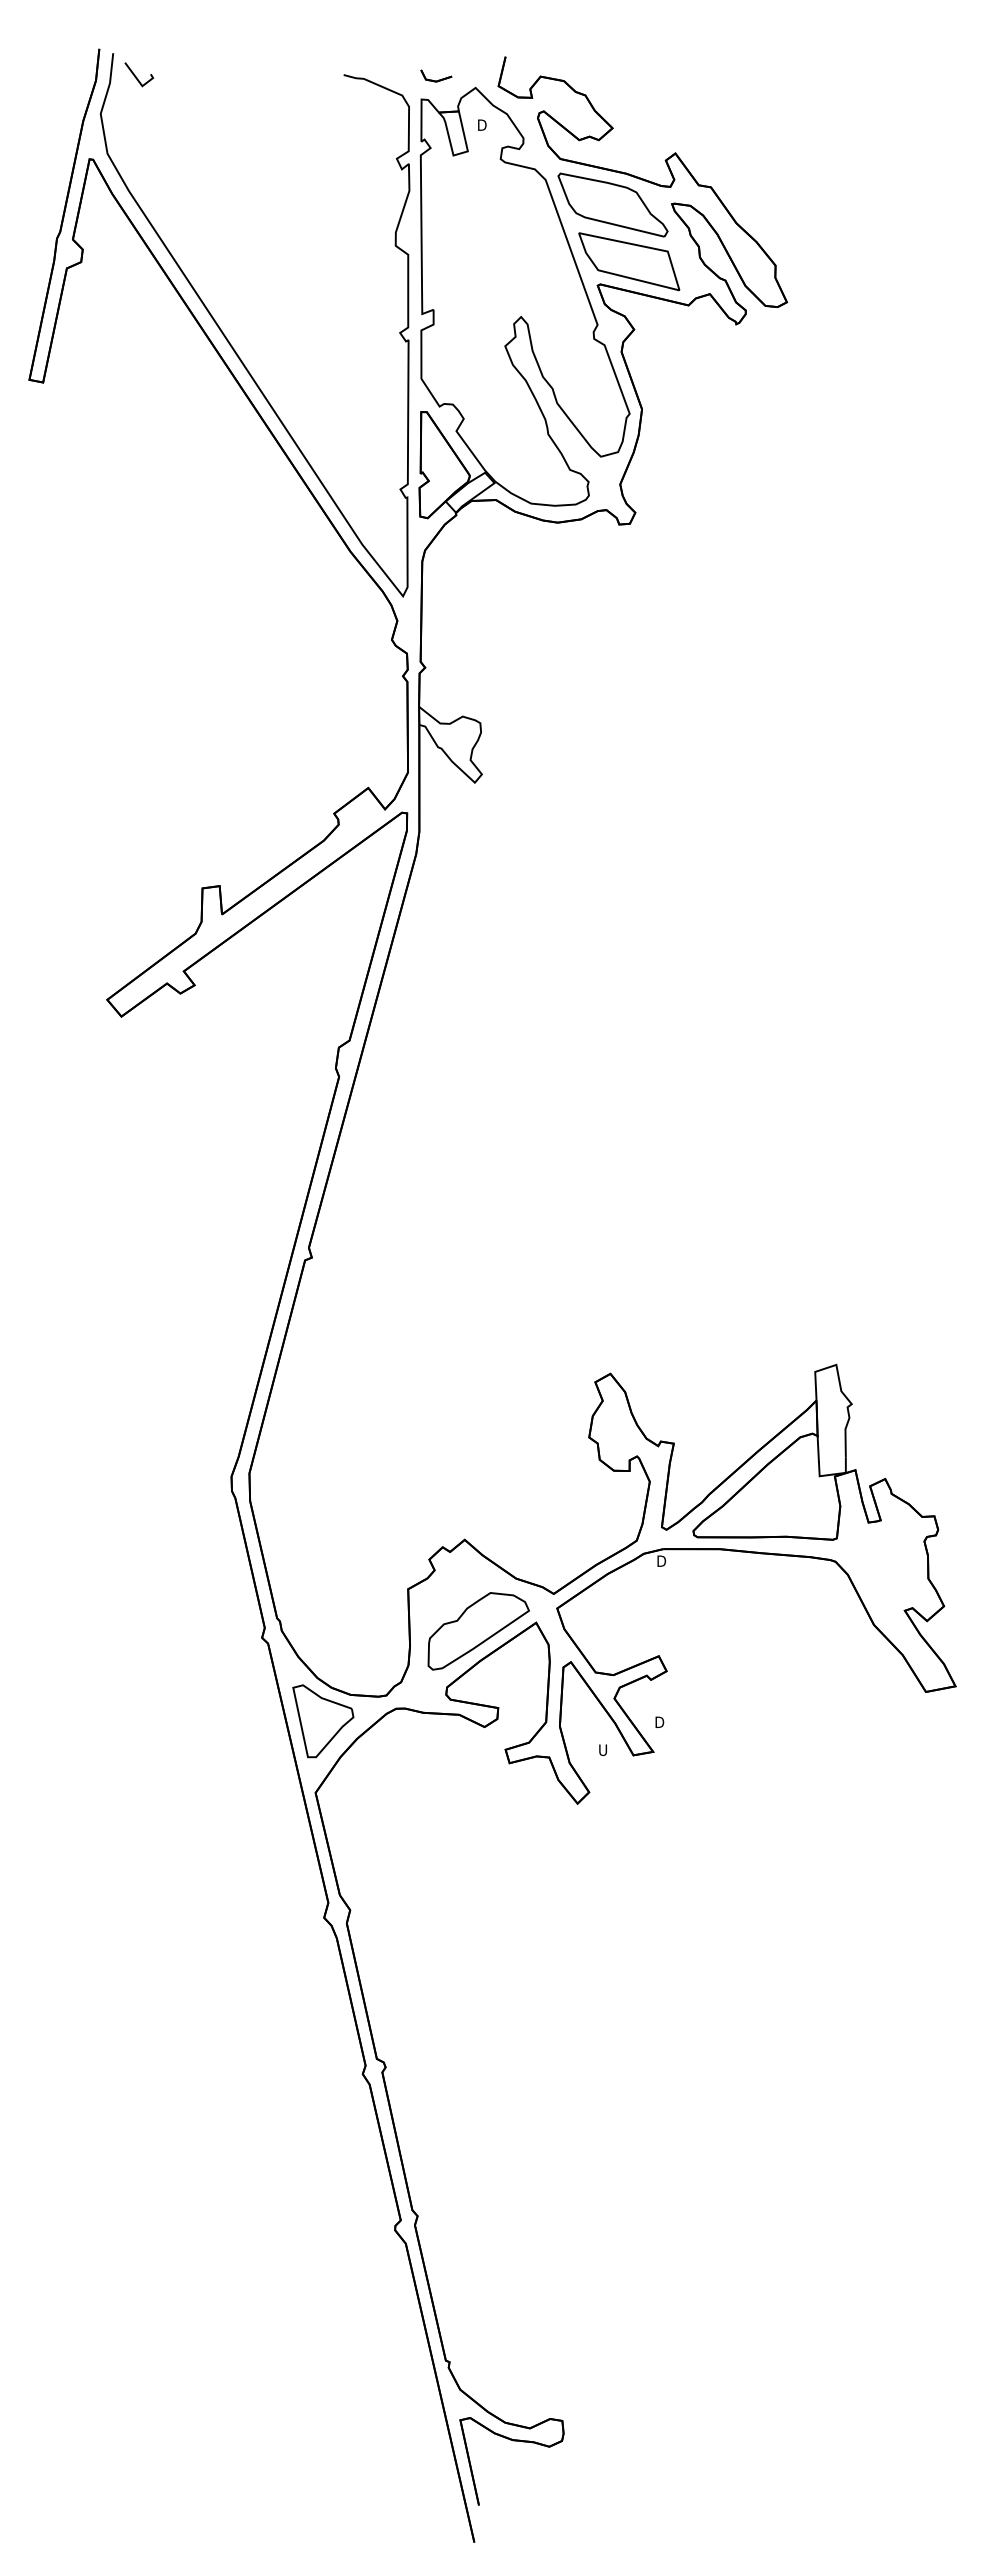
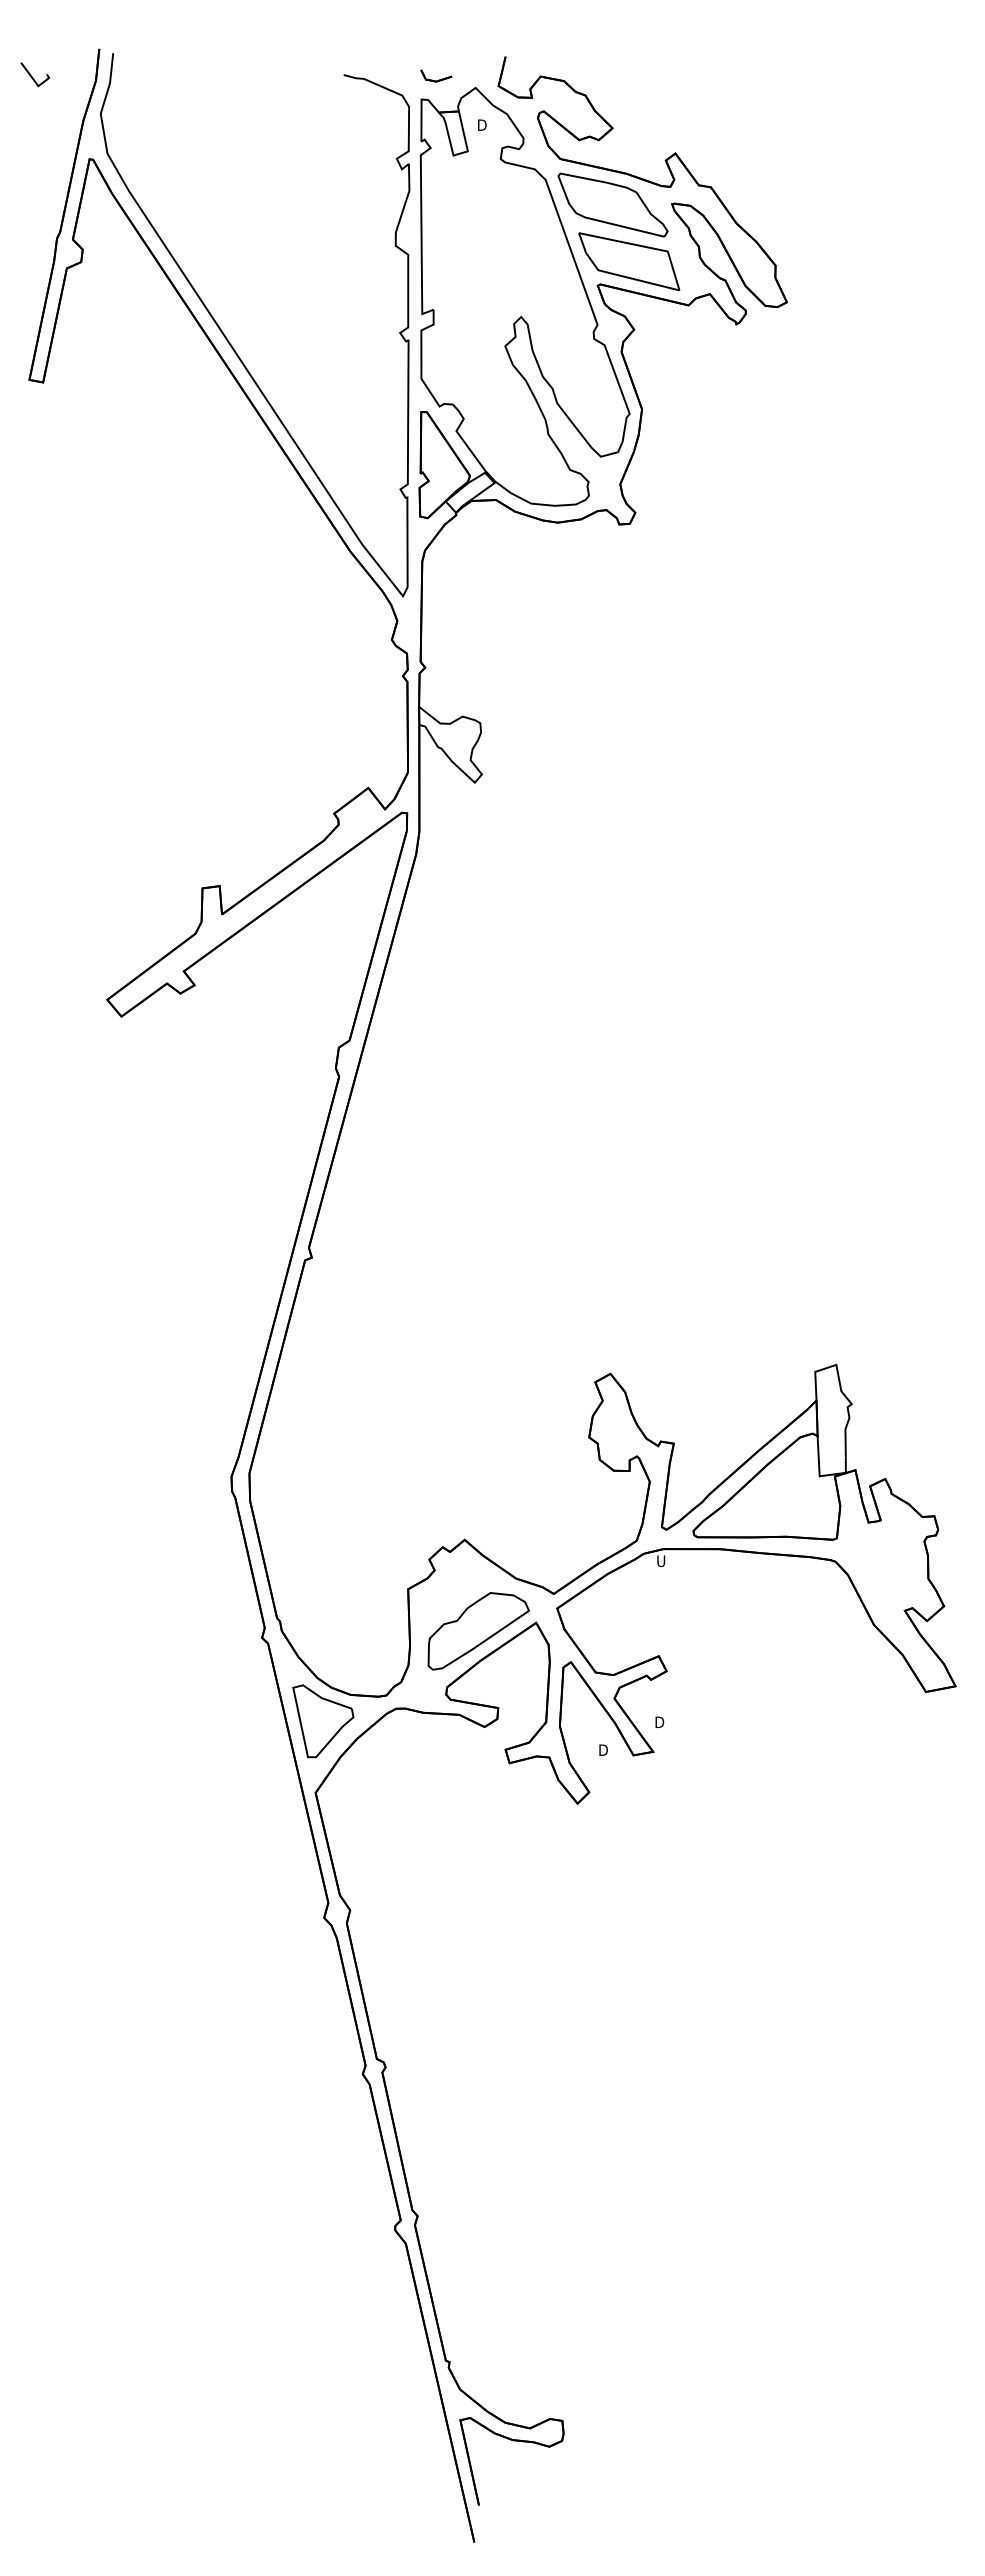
line at (136, 76) position: (136, 76) -> (32, 76)
text at (661, 1561): D -> U
text at (603, 1750): U -> D
